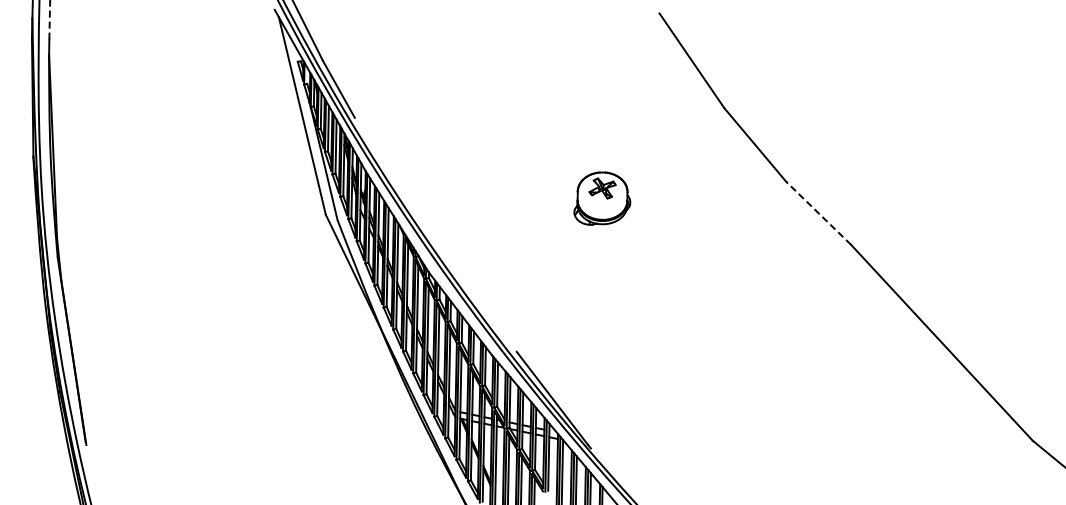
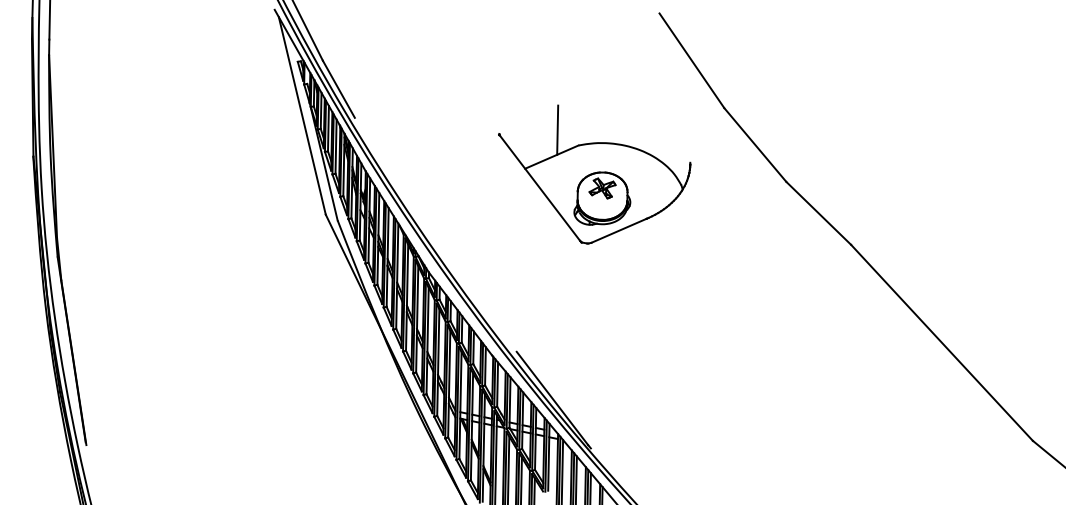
line at (49, 19): dashed -> solid
part at (594, 174): none -> present
line at (818, 213): dashed -> solid
